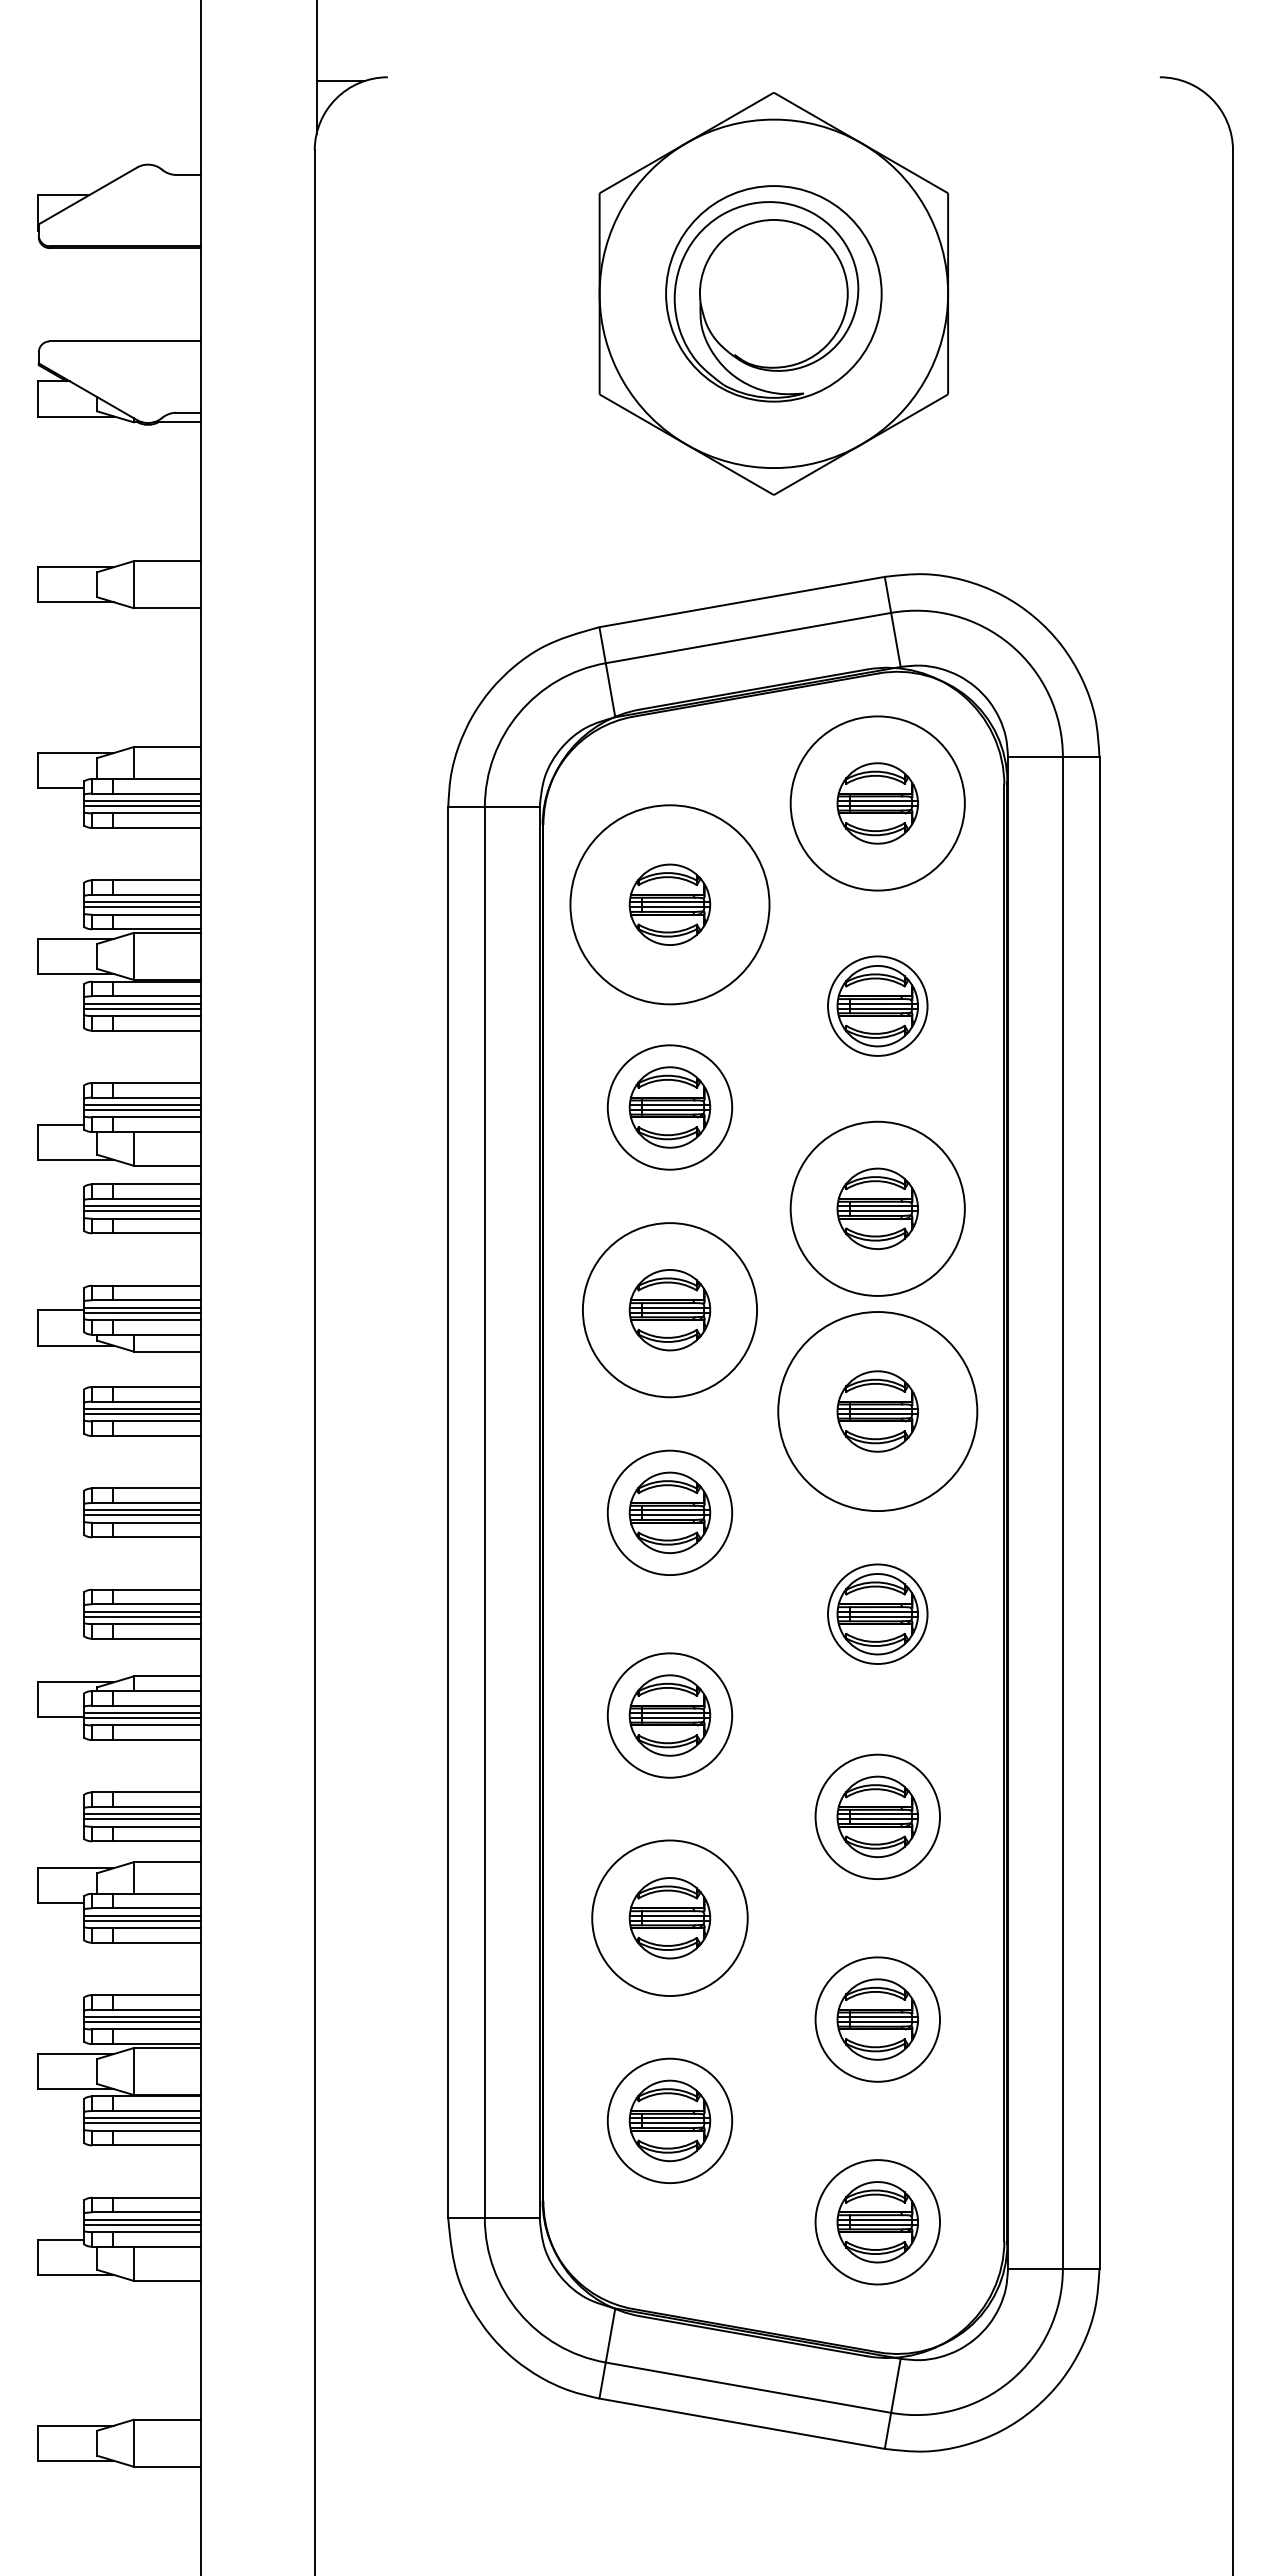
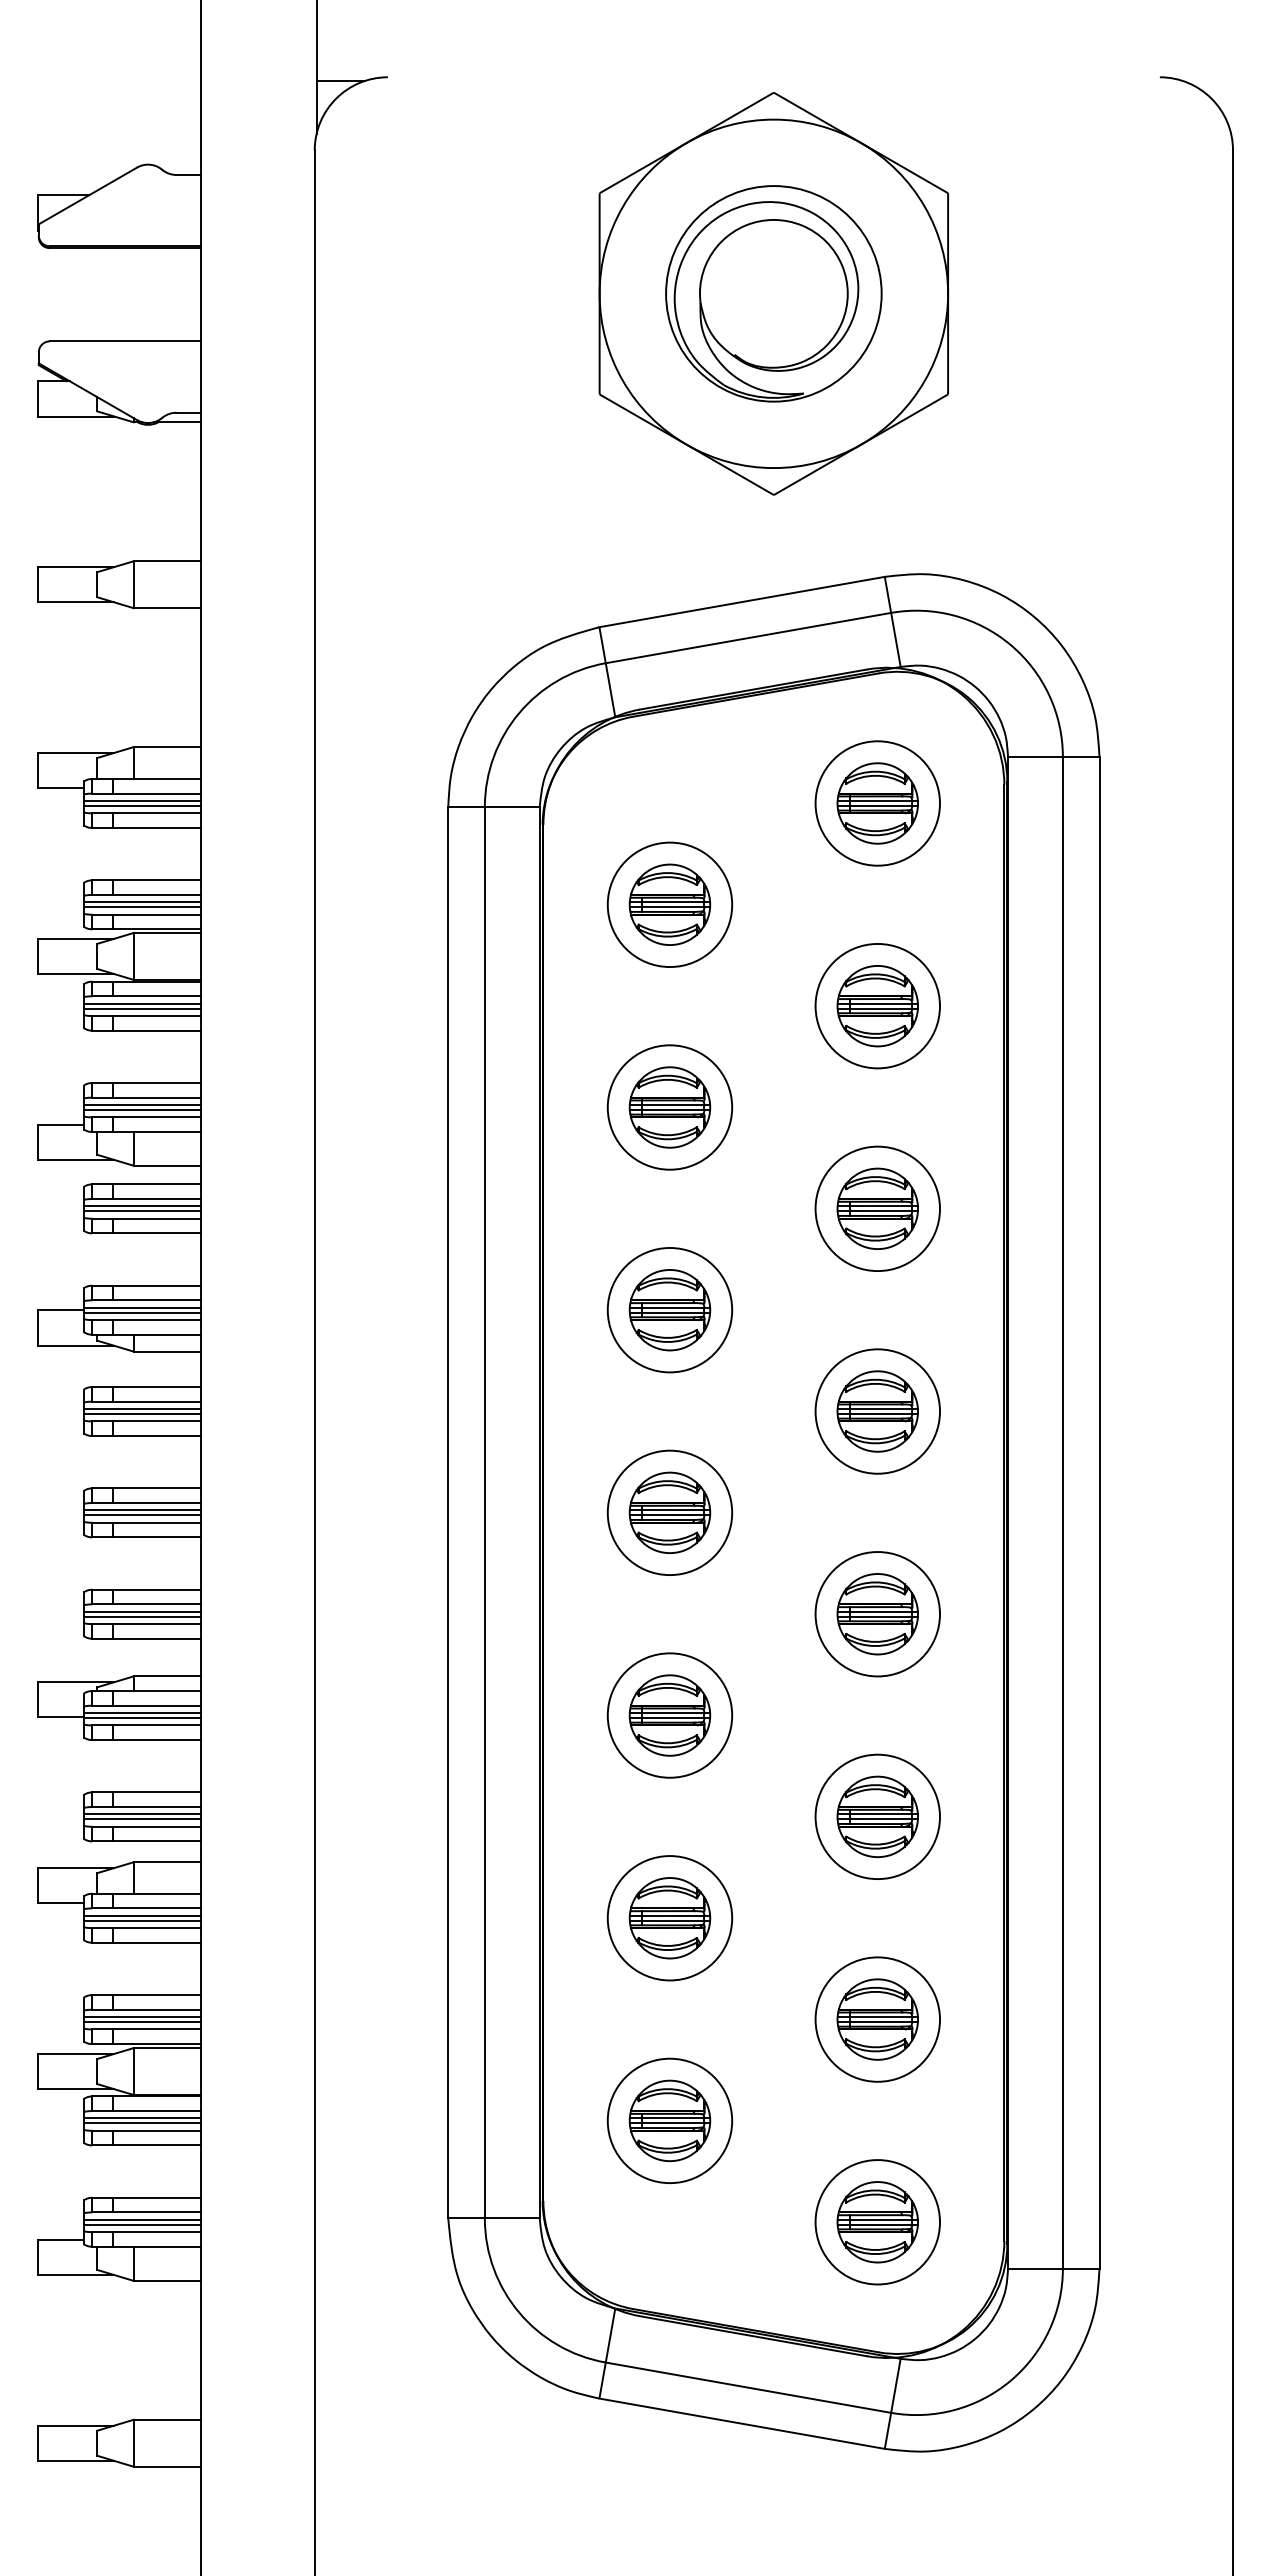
circle at (877, 803) diameter: 174 px -> 124 px
circle at (669, 904) diameter: 199 px -> 124 px
circle at (877, 1005) diameter: 100 px -> 124 px
circle at (877, 1208) diameter: 174 px -> 124 px
circle at (669, 1310) diameter: 174 px -> 124 px
circle at (877, 1411) diameter: 199 px -> 124 px
circle at (877, 1614) diameter: 100 px -> 124 px
circle at (669, 1918) diameter: 156 px -> 124 px
